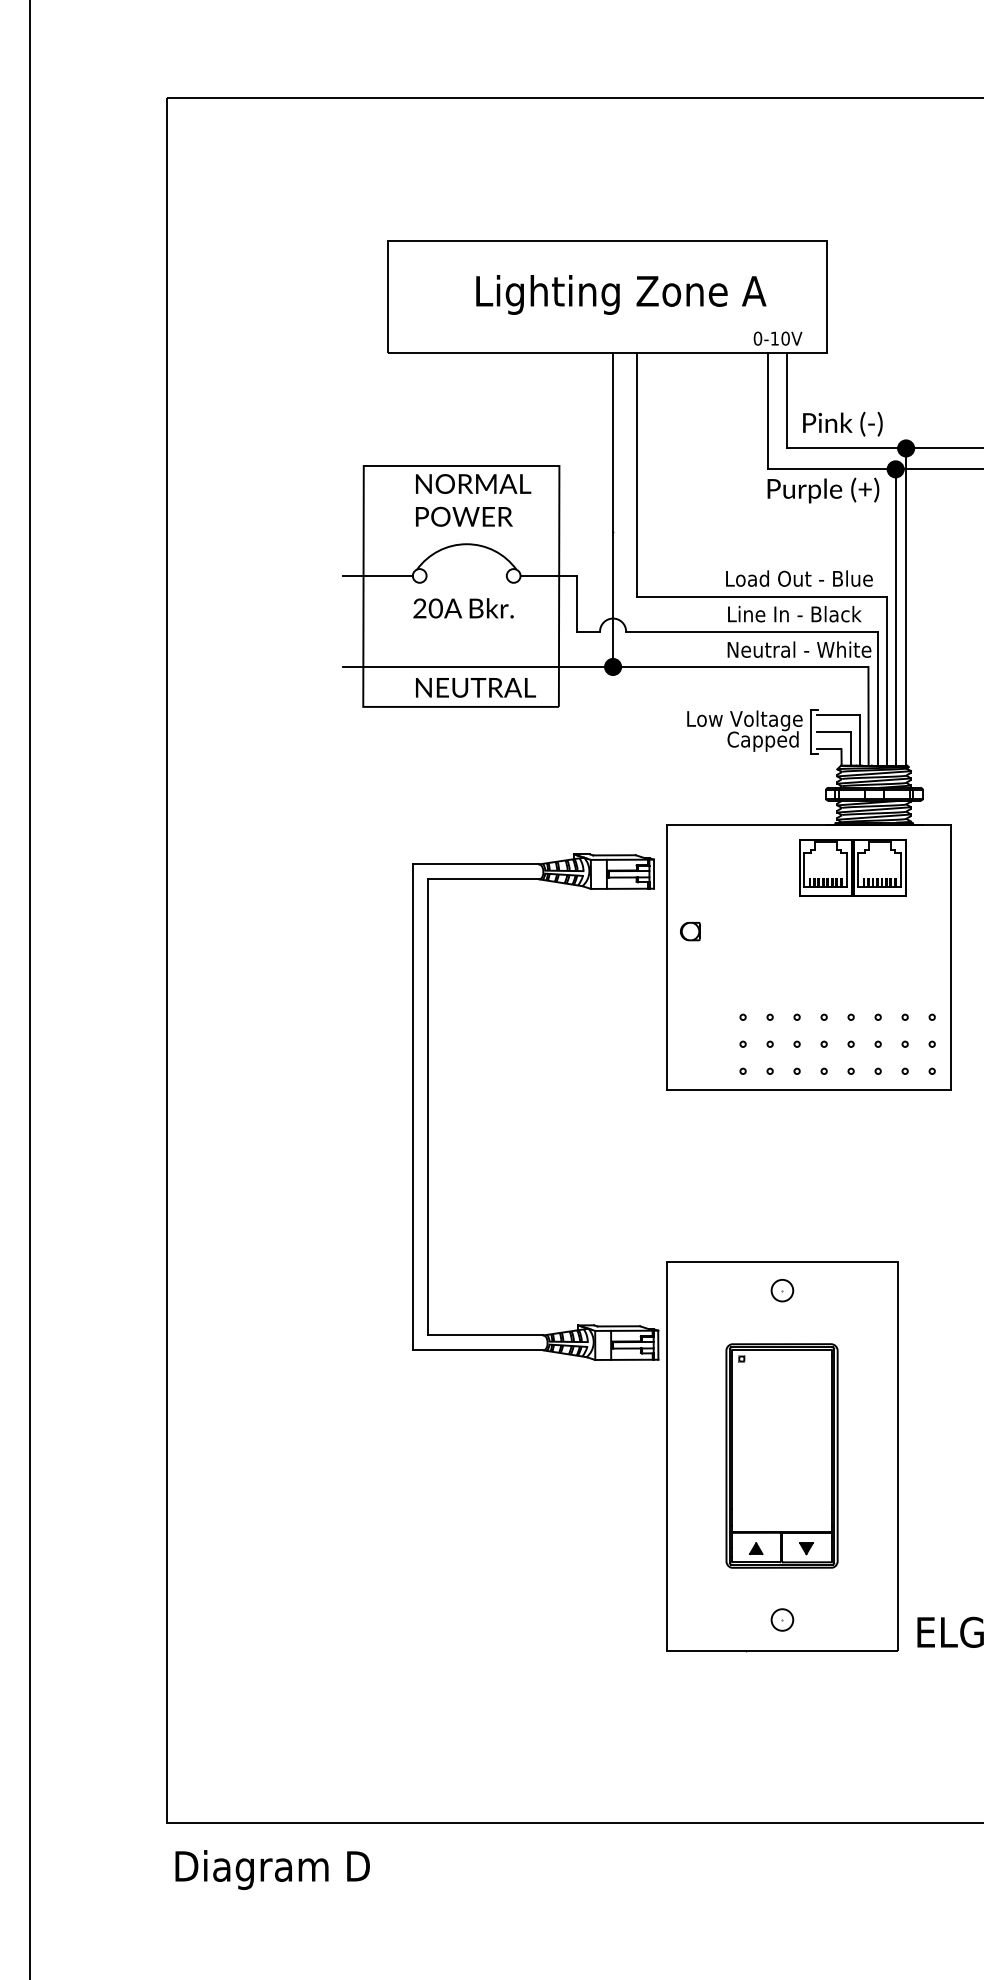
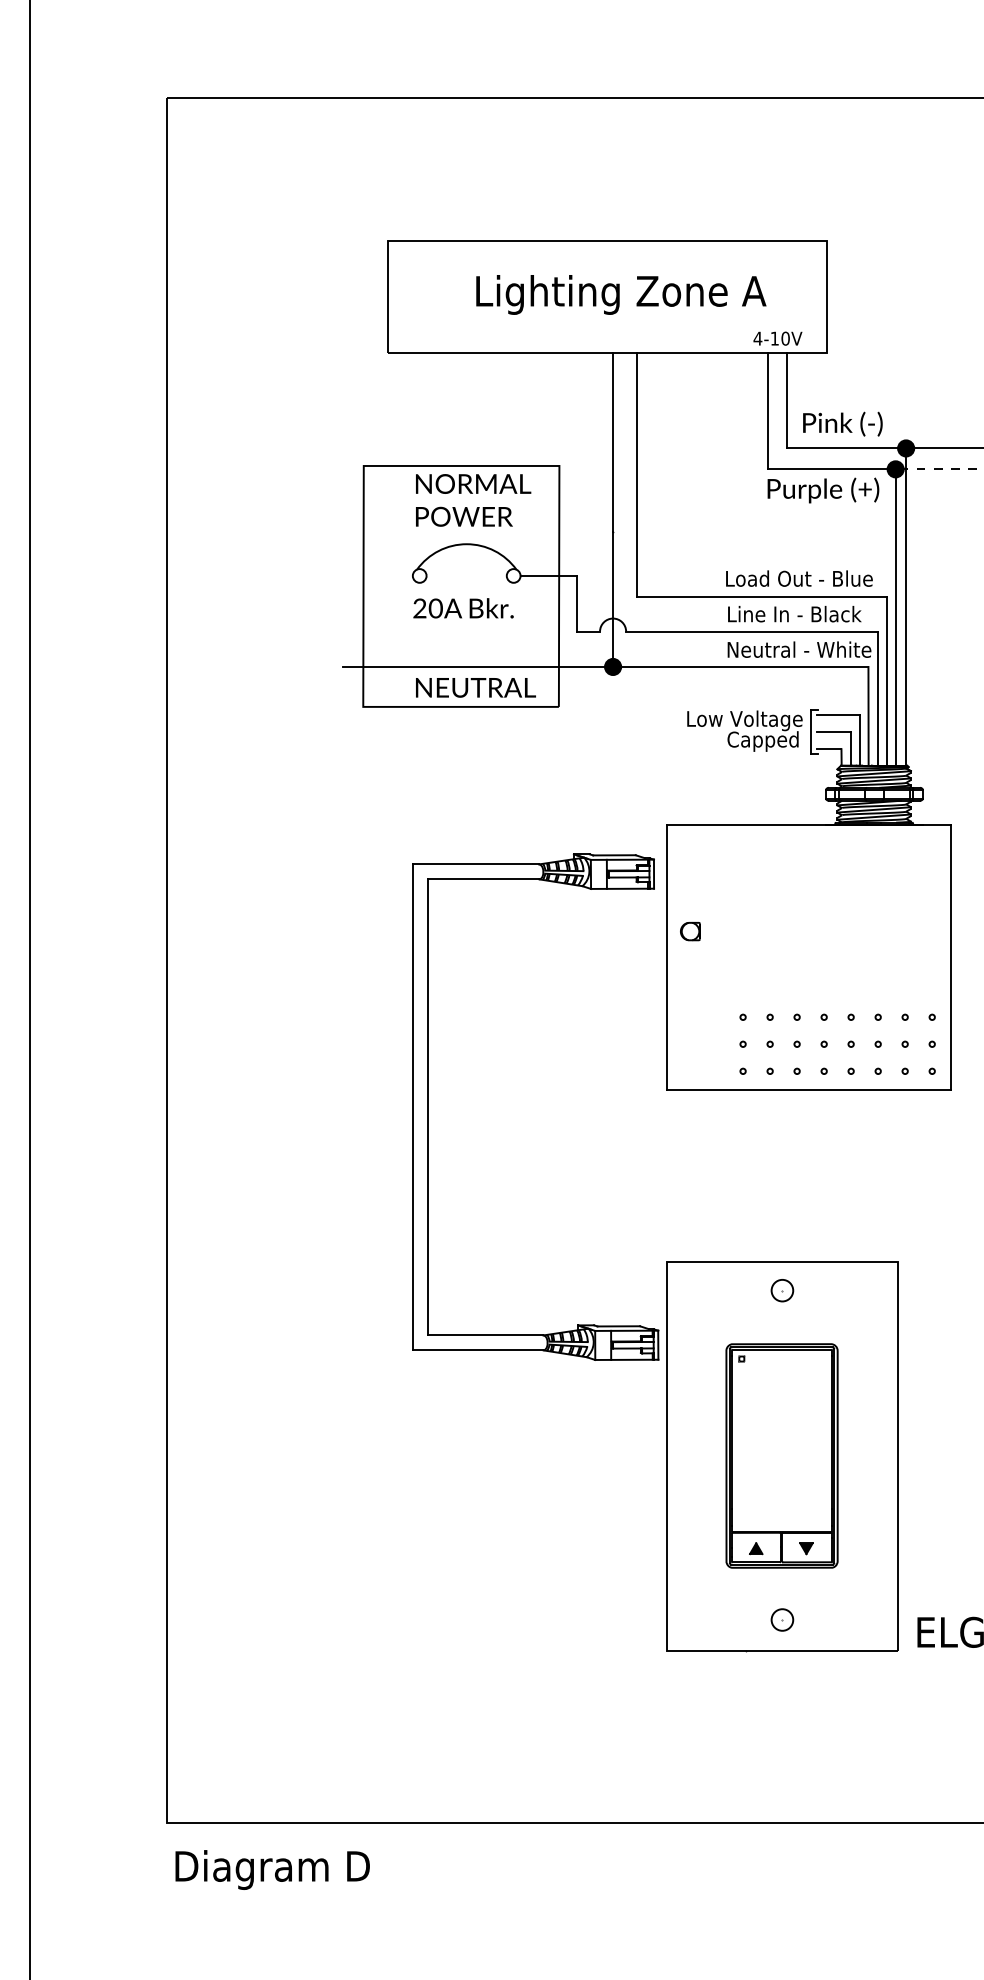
text at (757, 338): 0-10V -> 4-10V
line at (939, 469): solid -> dashed
line at (377, 575): present -> none
part at (852, 867): present -> none
